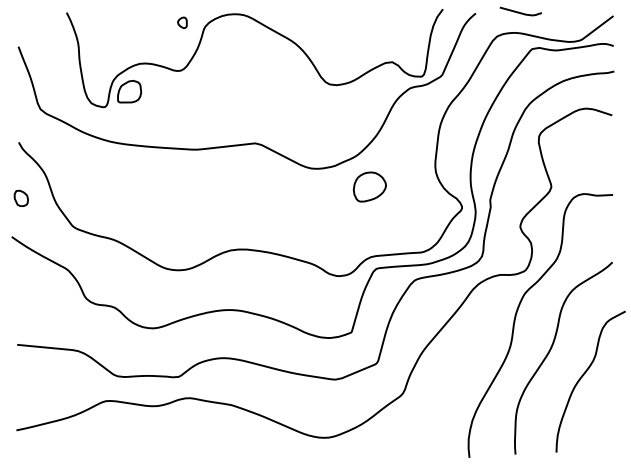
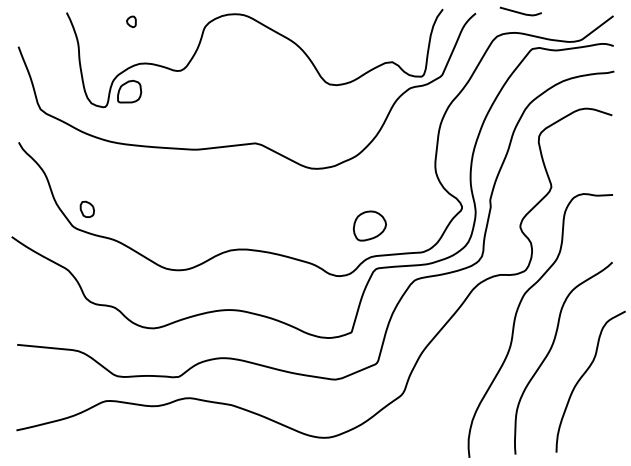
part at (182, 22) position: (182, 22) -> (131, 21)
part at (369, 186) position: (369, 186) -> (369, 225)
part at (20, 197) position: (20, 197) -> (86, 208)
